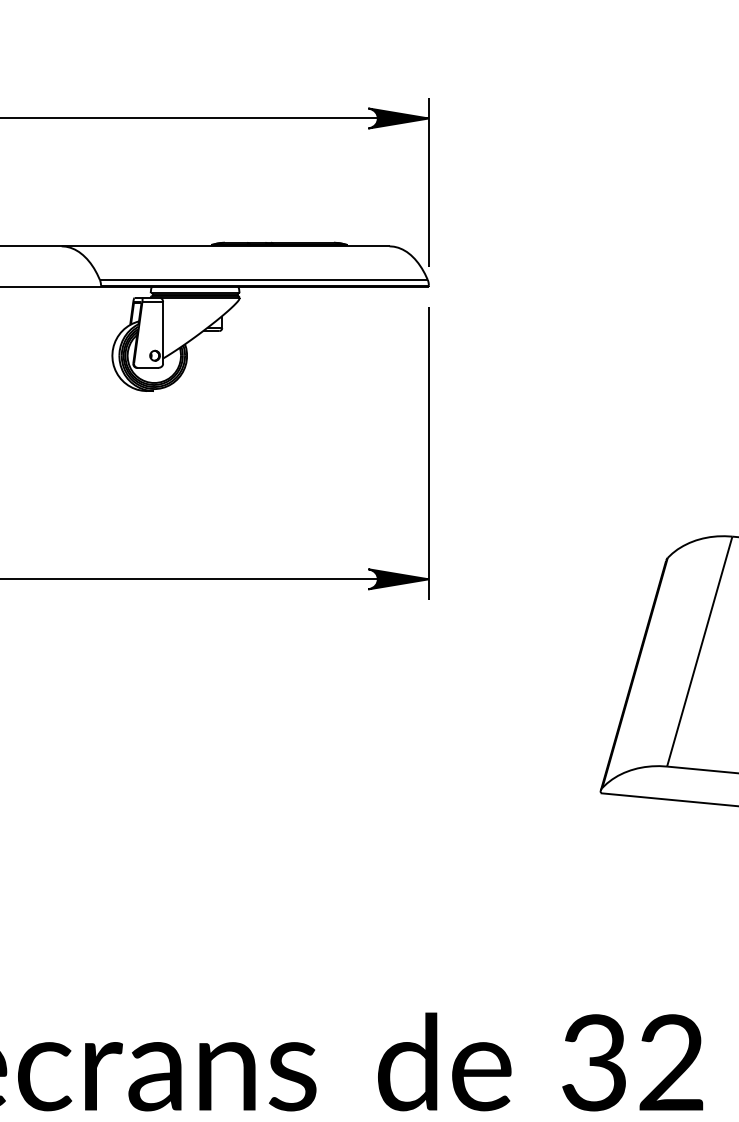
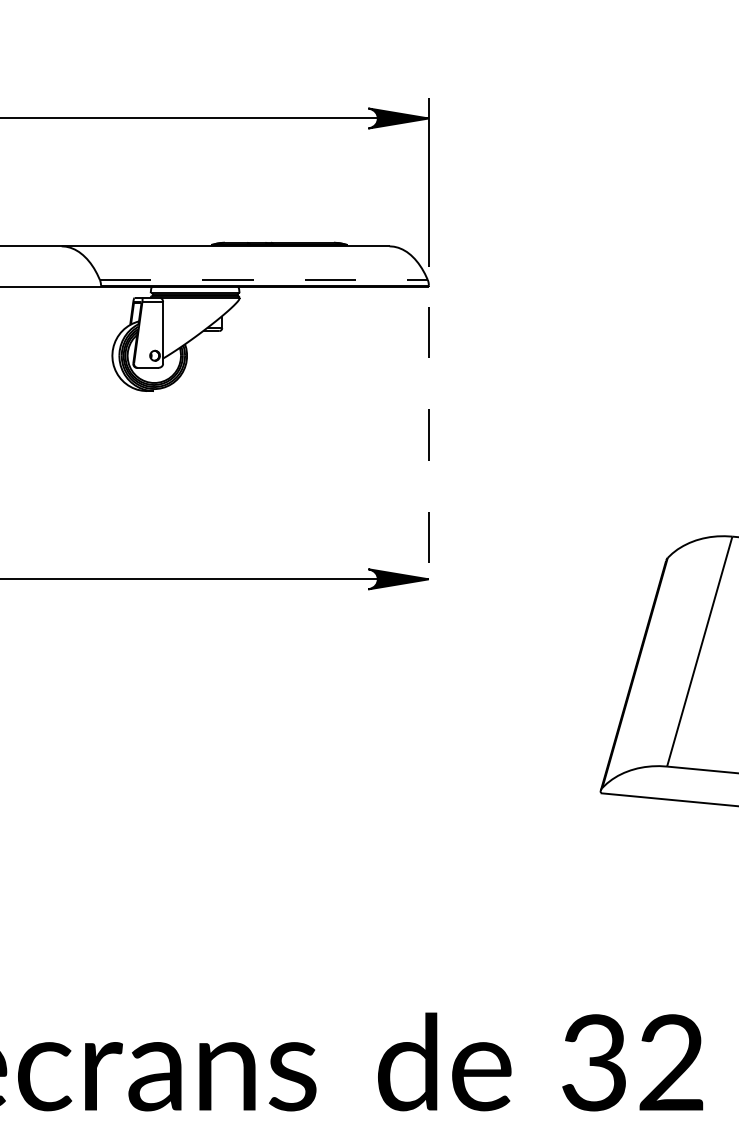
line at (263, 279): solid -> dashed
line at (428, 453): solid -> dashed
